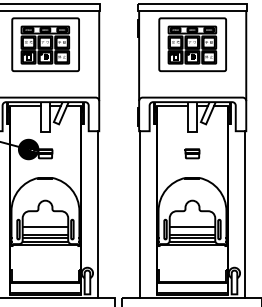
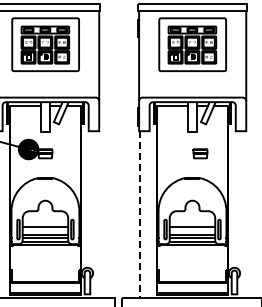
part at (192, 153) position: (192, 153) -> (200, 153)
line at (97, 214): present -> none
line at (244, 214): present -> none
line at (139, 215): solid -> dashed
